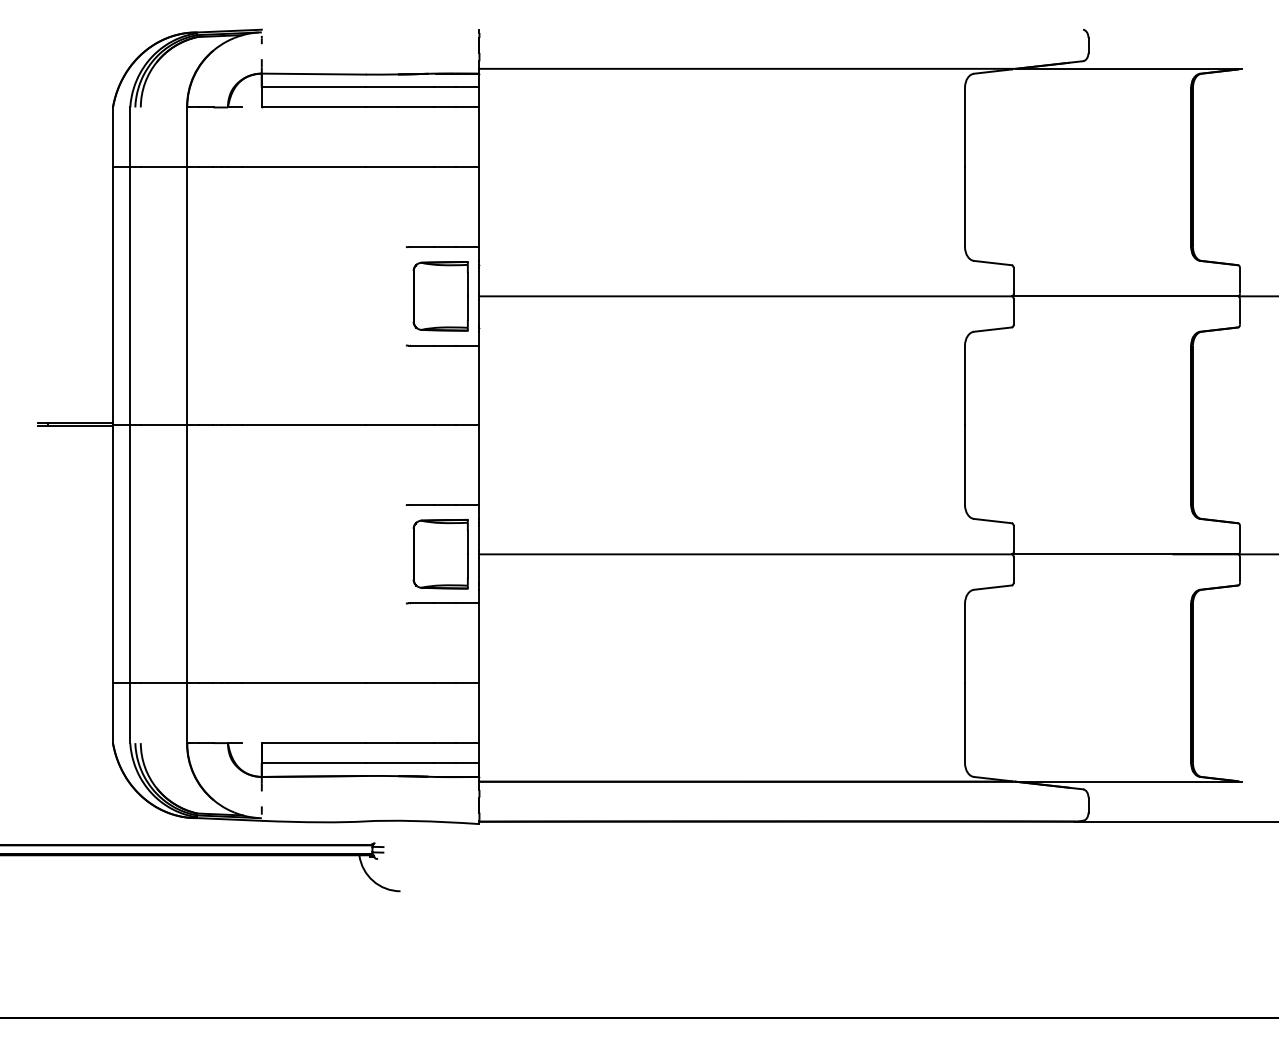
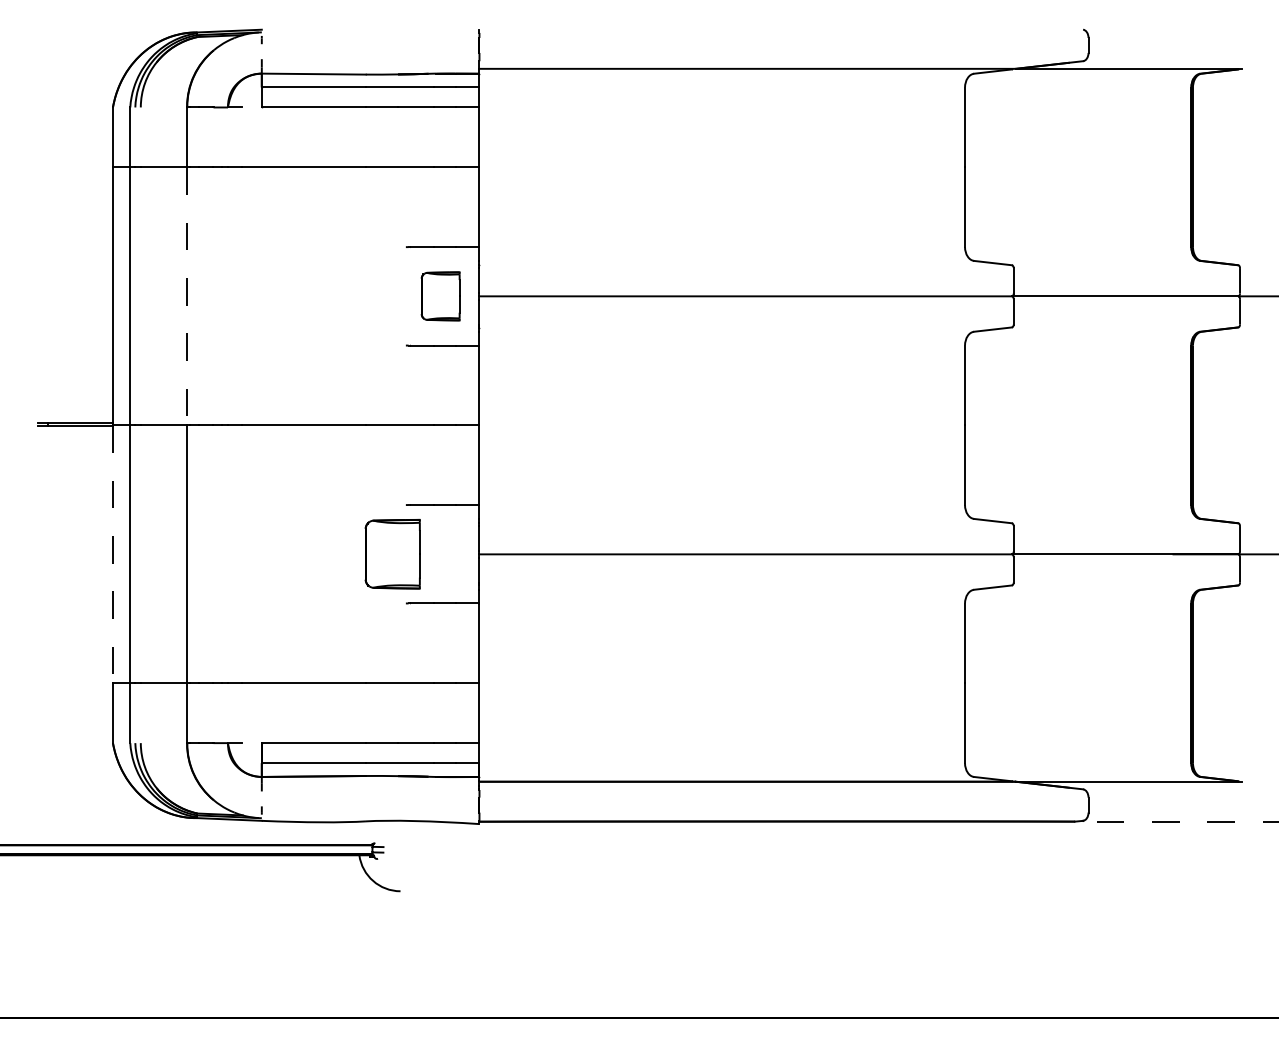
line at (187, 296): solid -> dashed
part at (440, 296) size: 57x71 px -> 41x51 px
part at (440, 553) position: (440, 553) -> (392, 553)
line at (112, 554): solid -> dashed
line at (1176, 821): solid -> dashed
